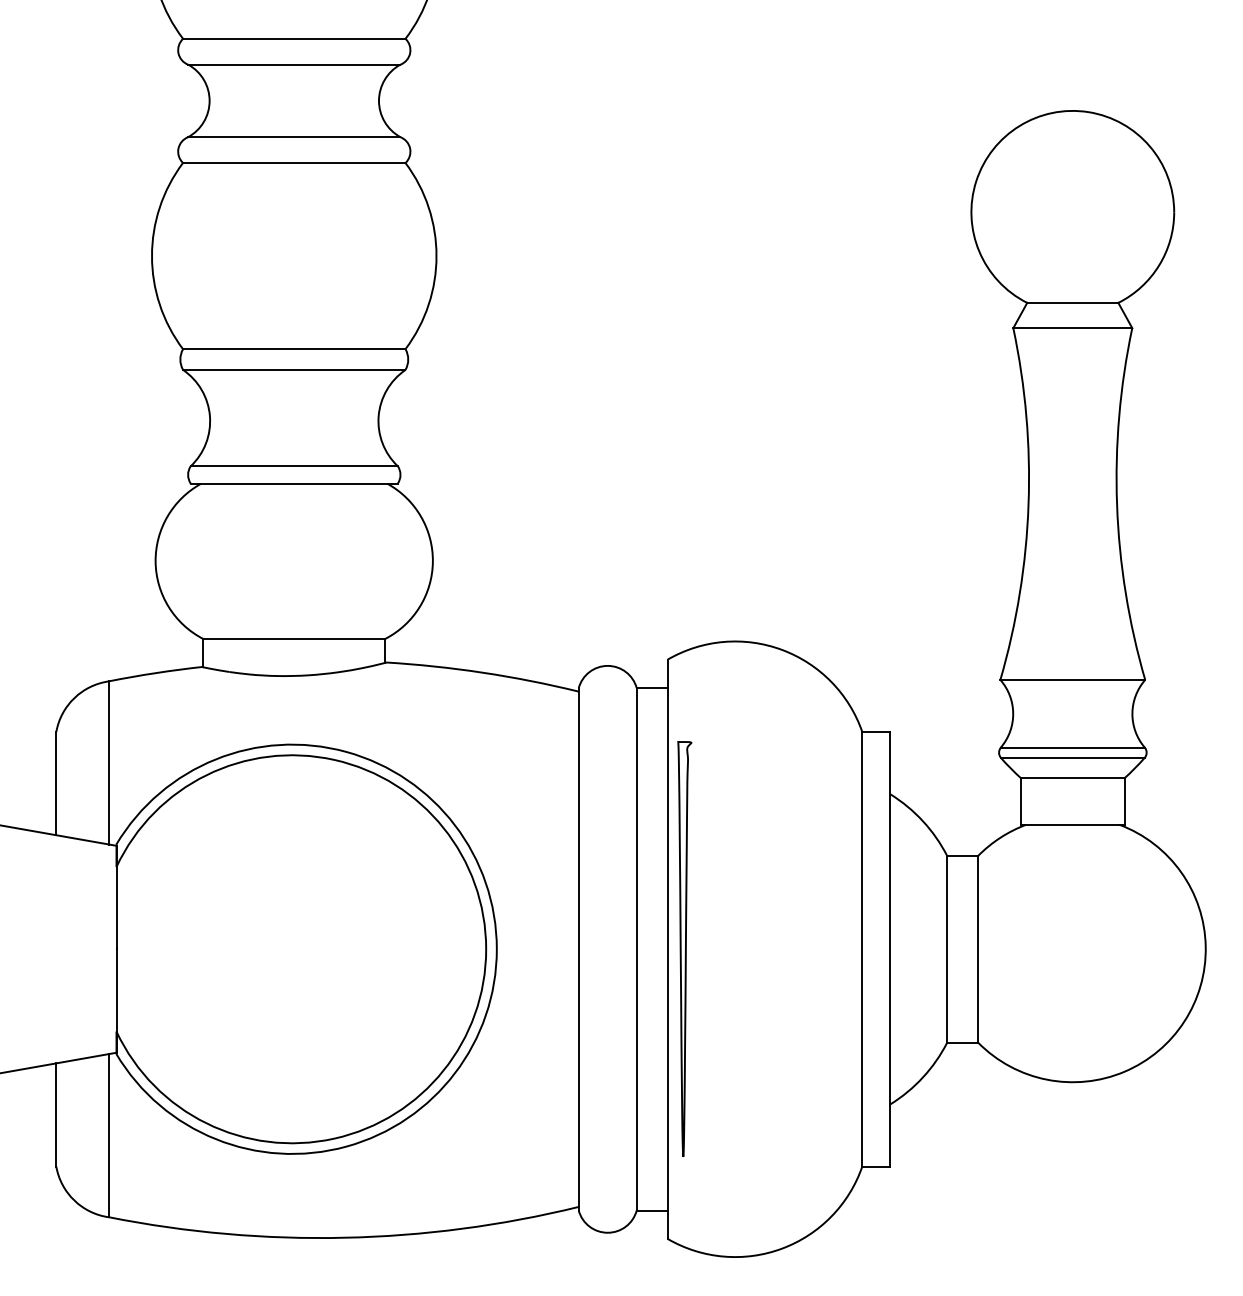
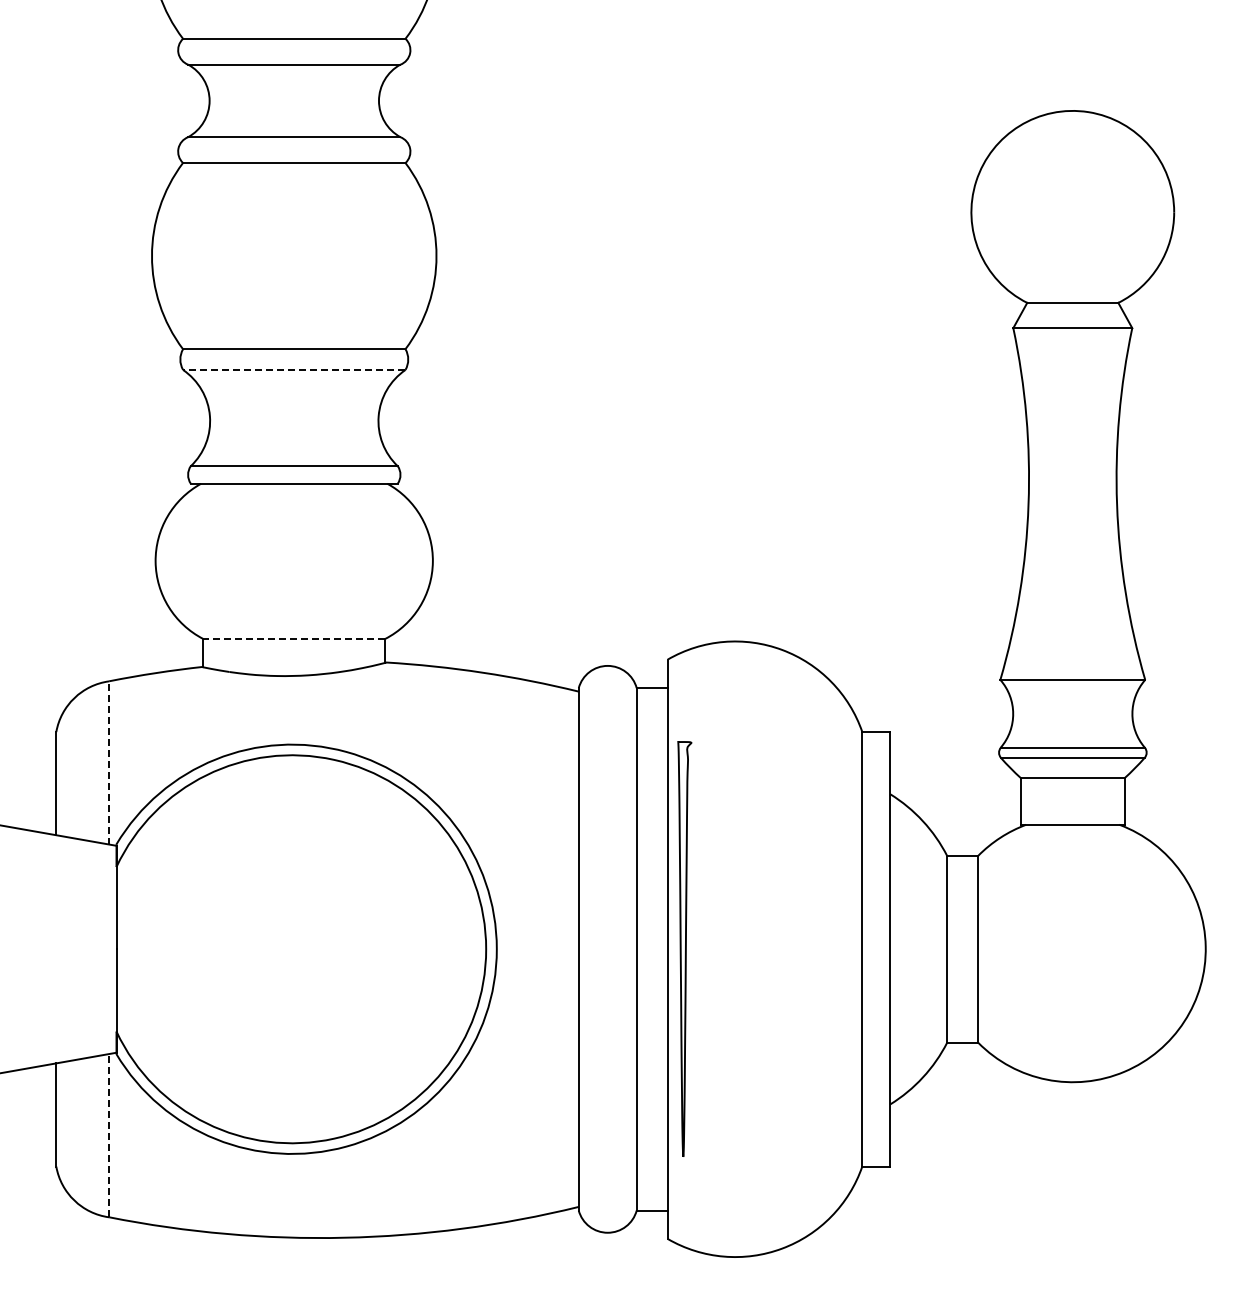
line at (293, 369): solid -> dashed
line at (293, 638): solid -> dashed
line at (109, 762): solid -> dashed
line at (109, 1135): solid -> dashed
